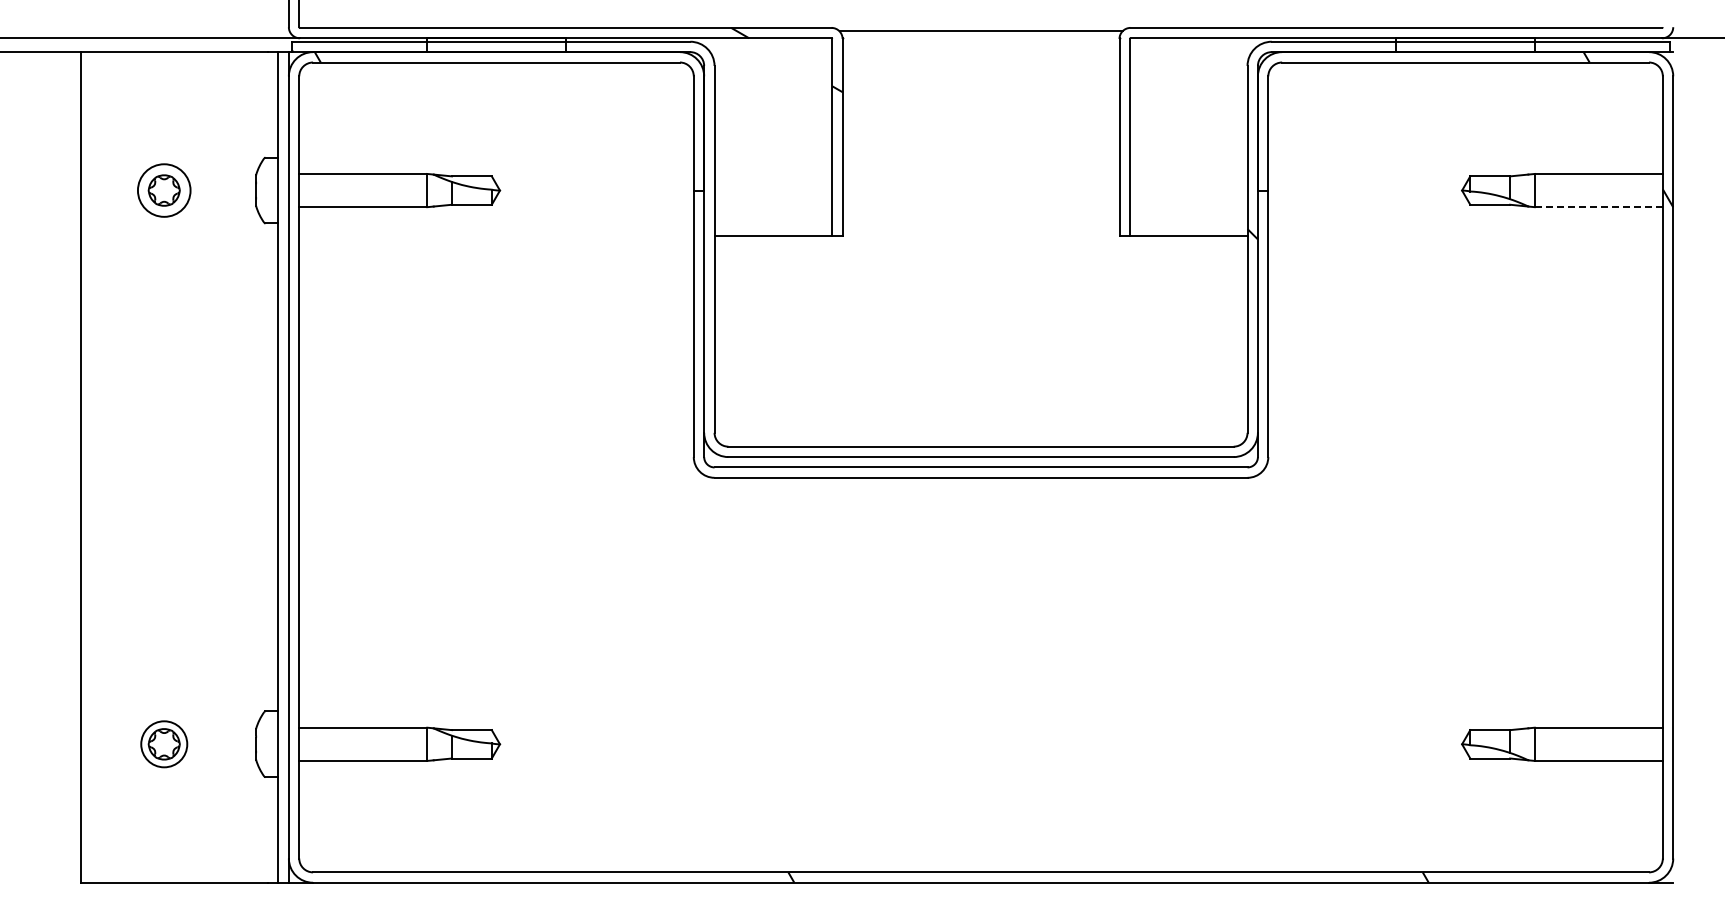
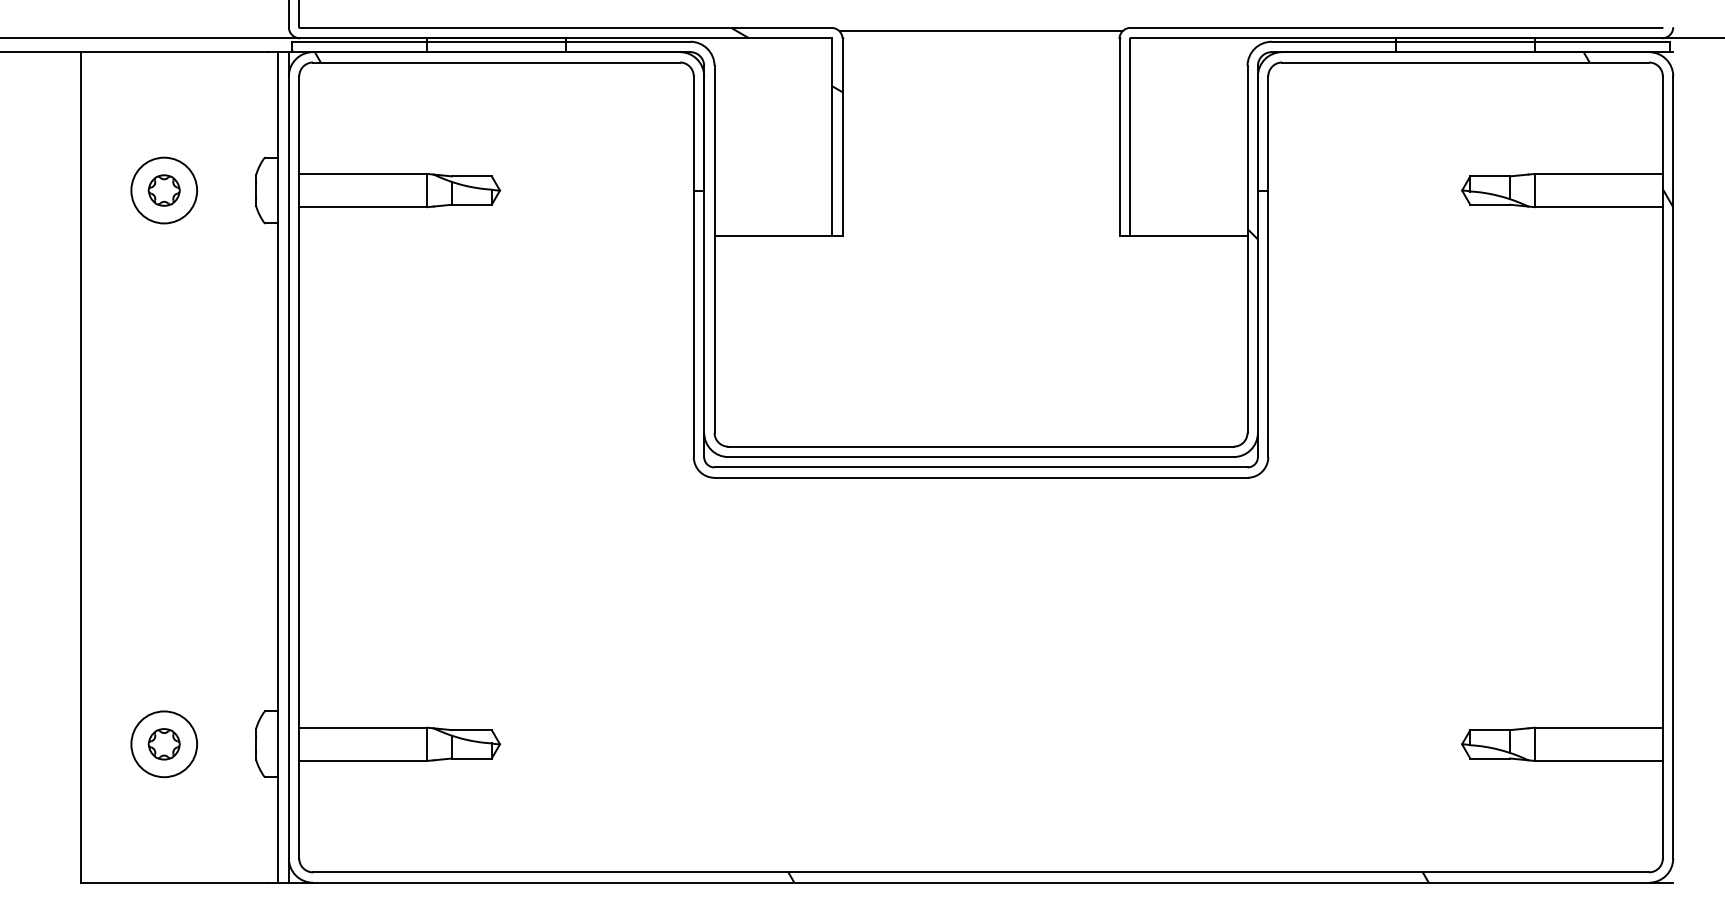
circle at (163, 190) diameter: 53 px -> 66 px
line at (1598, 207): dashed -> solid
circle at (164, 744) diameter: 46 px -> 66 px
